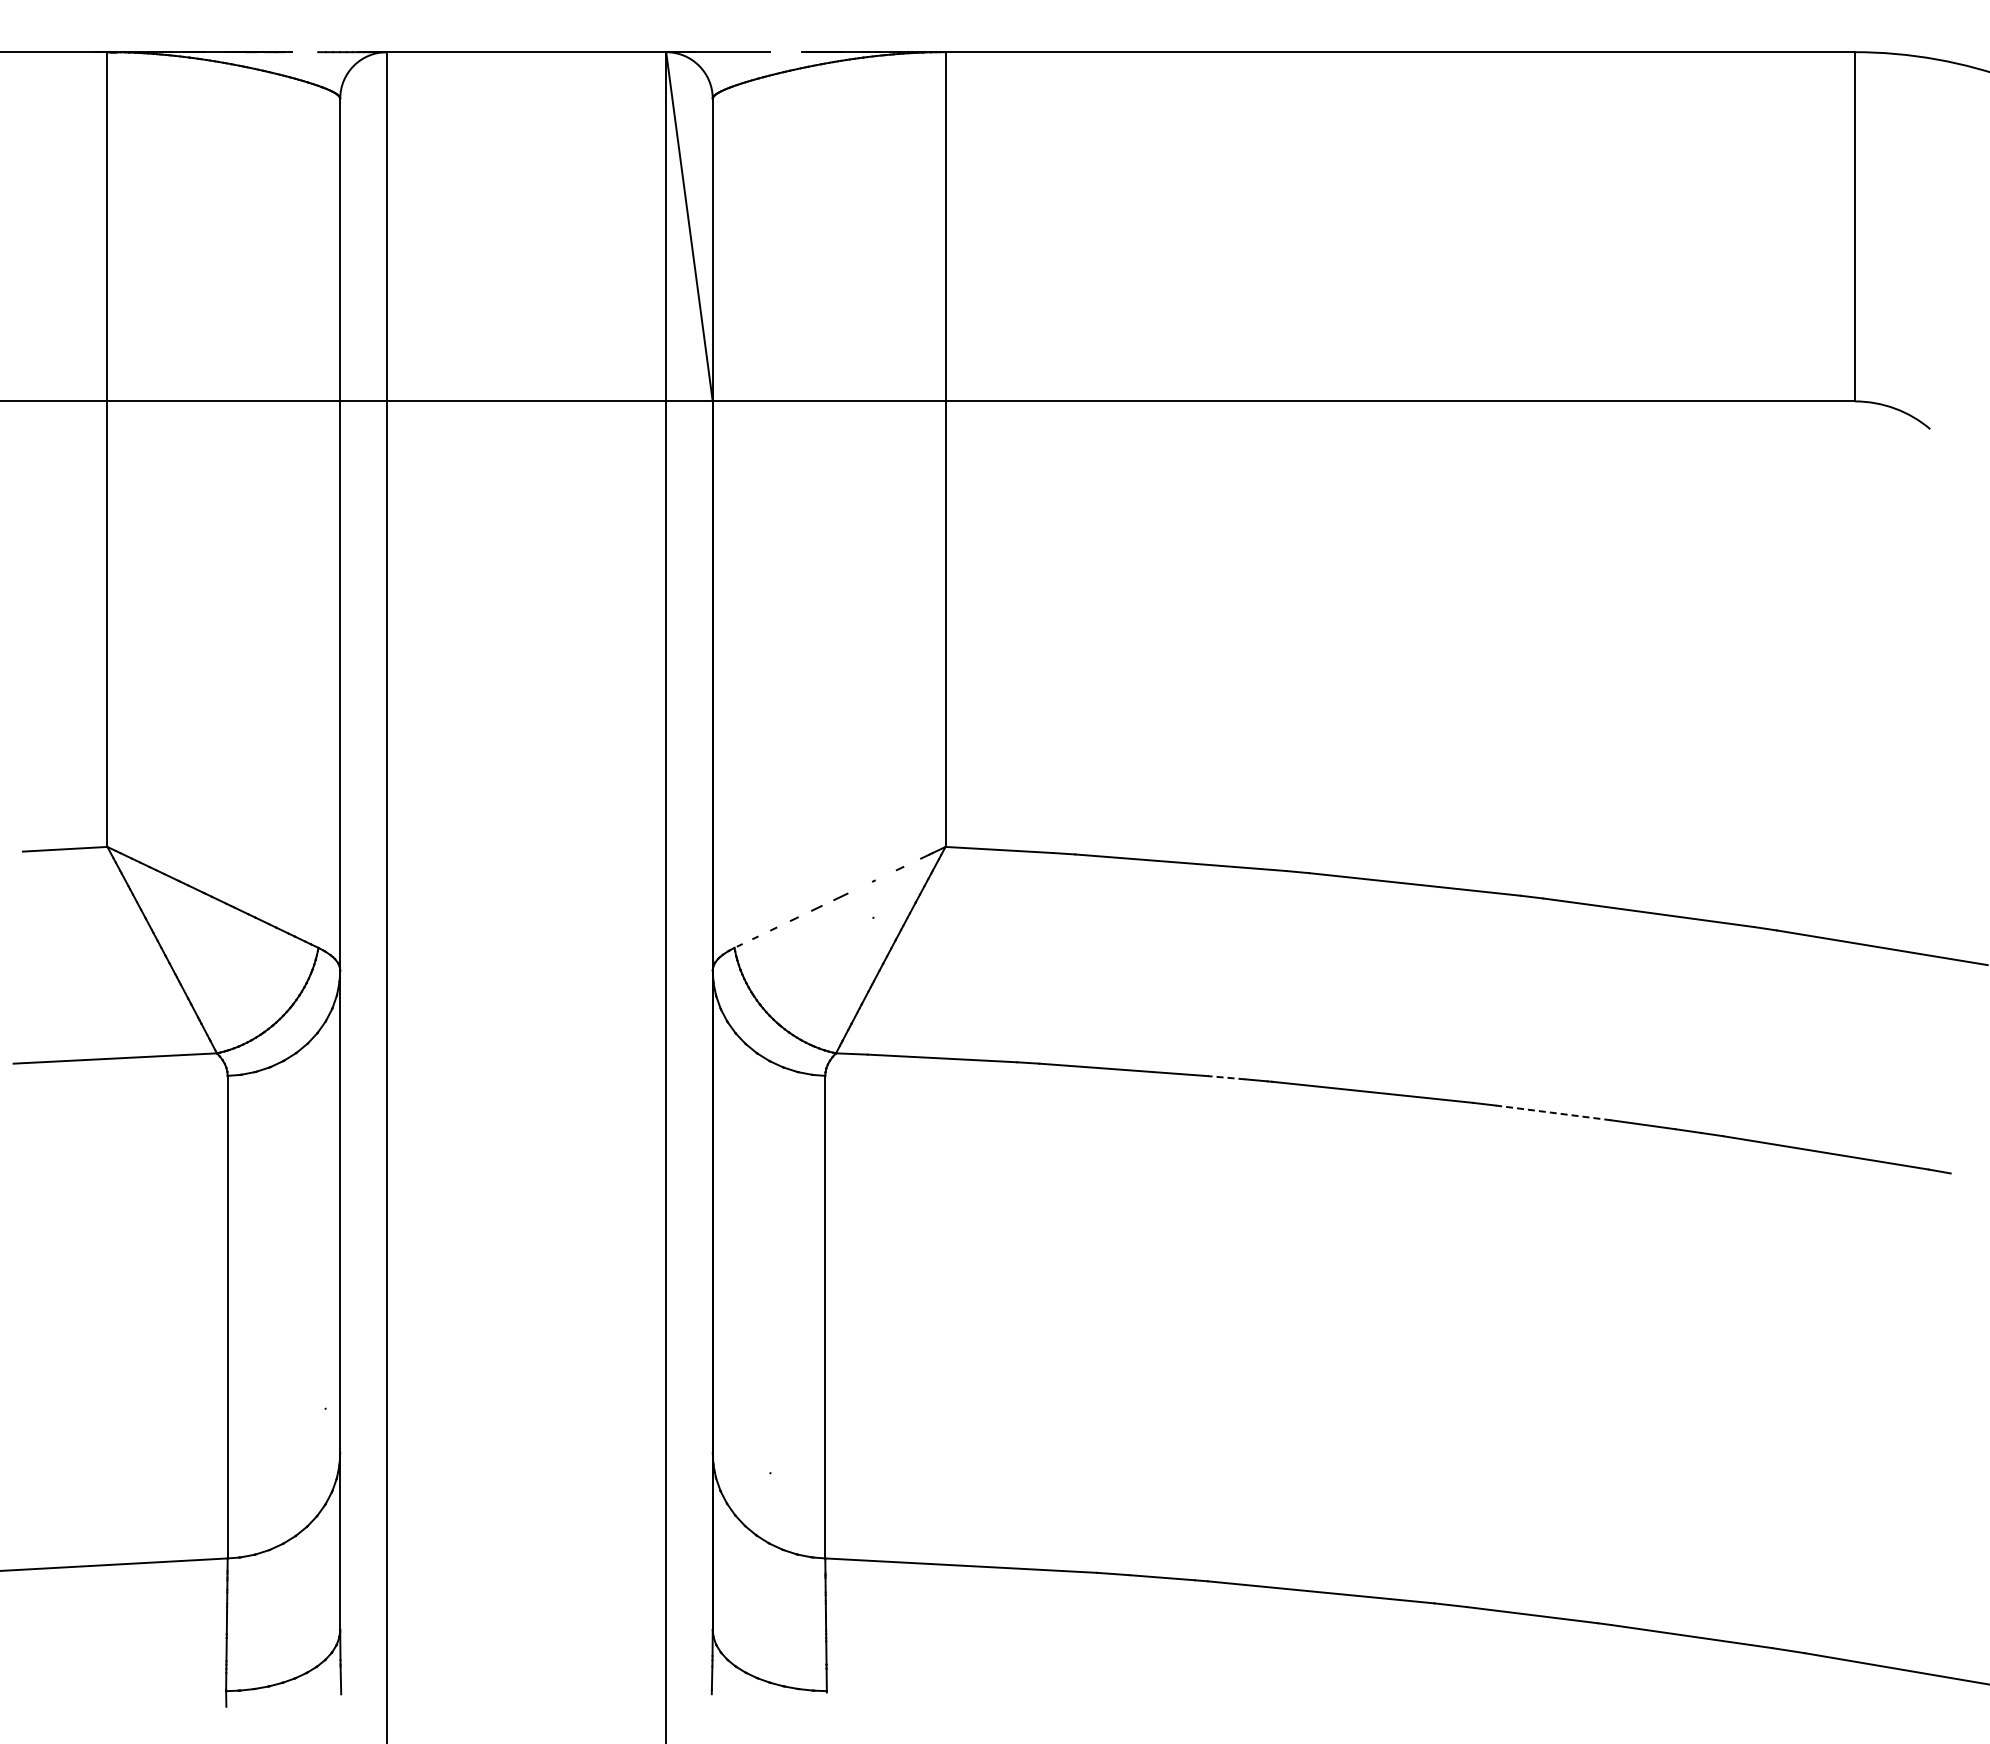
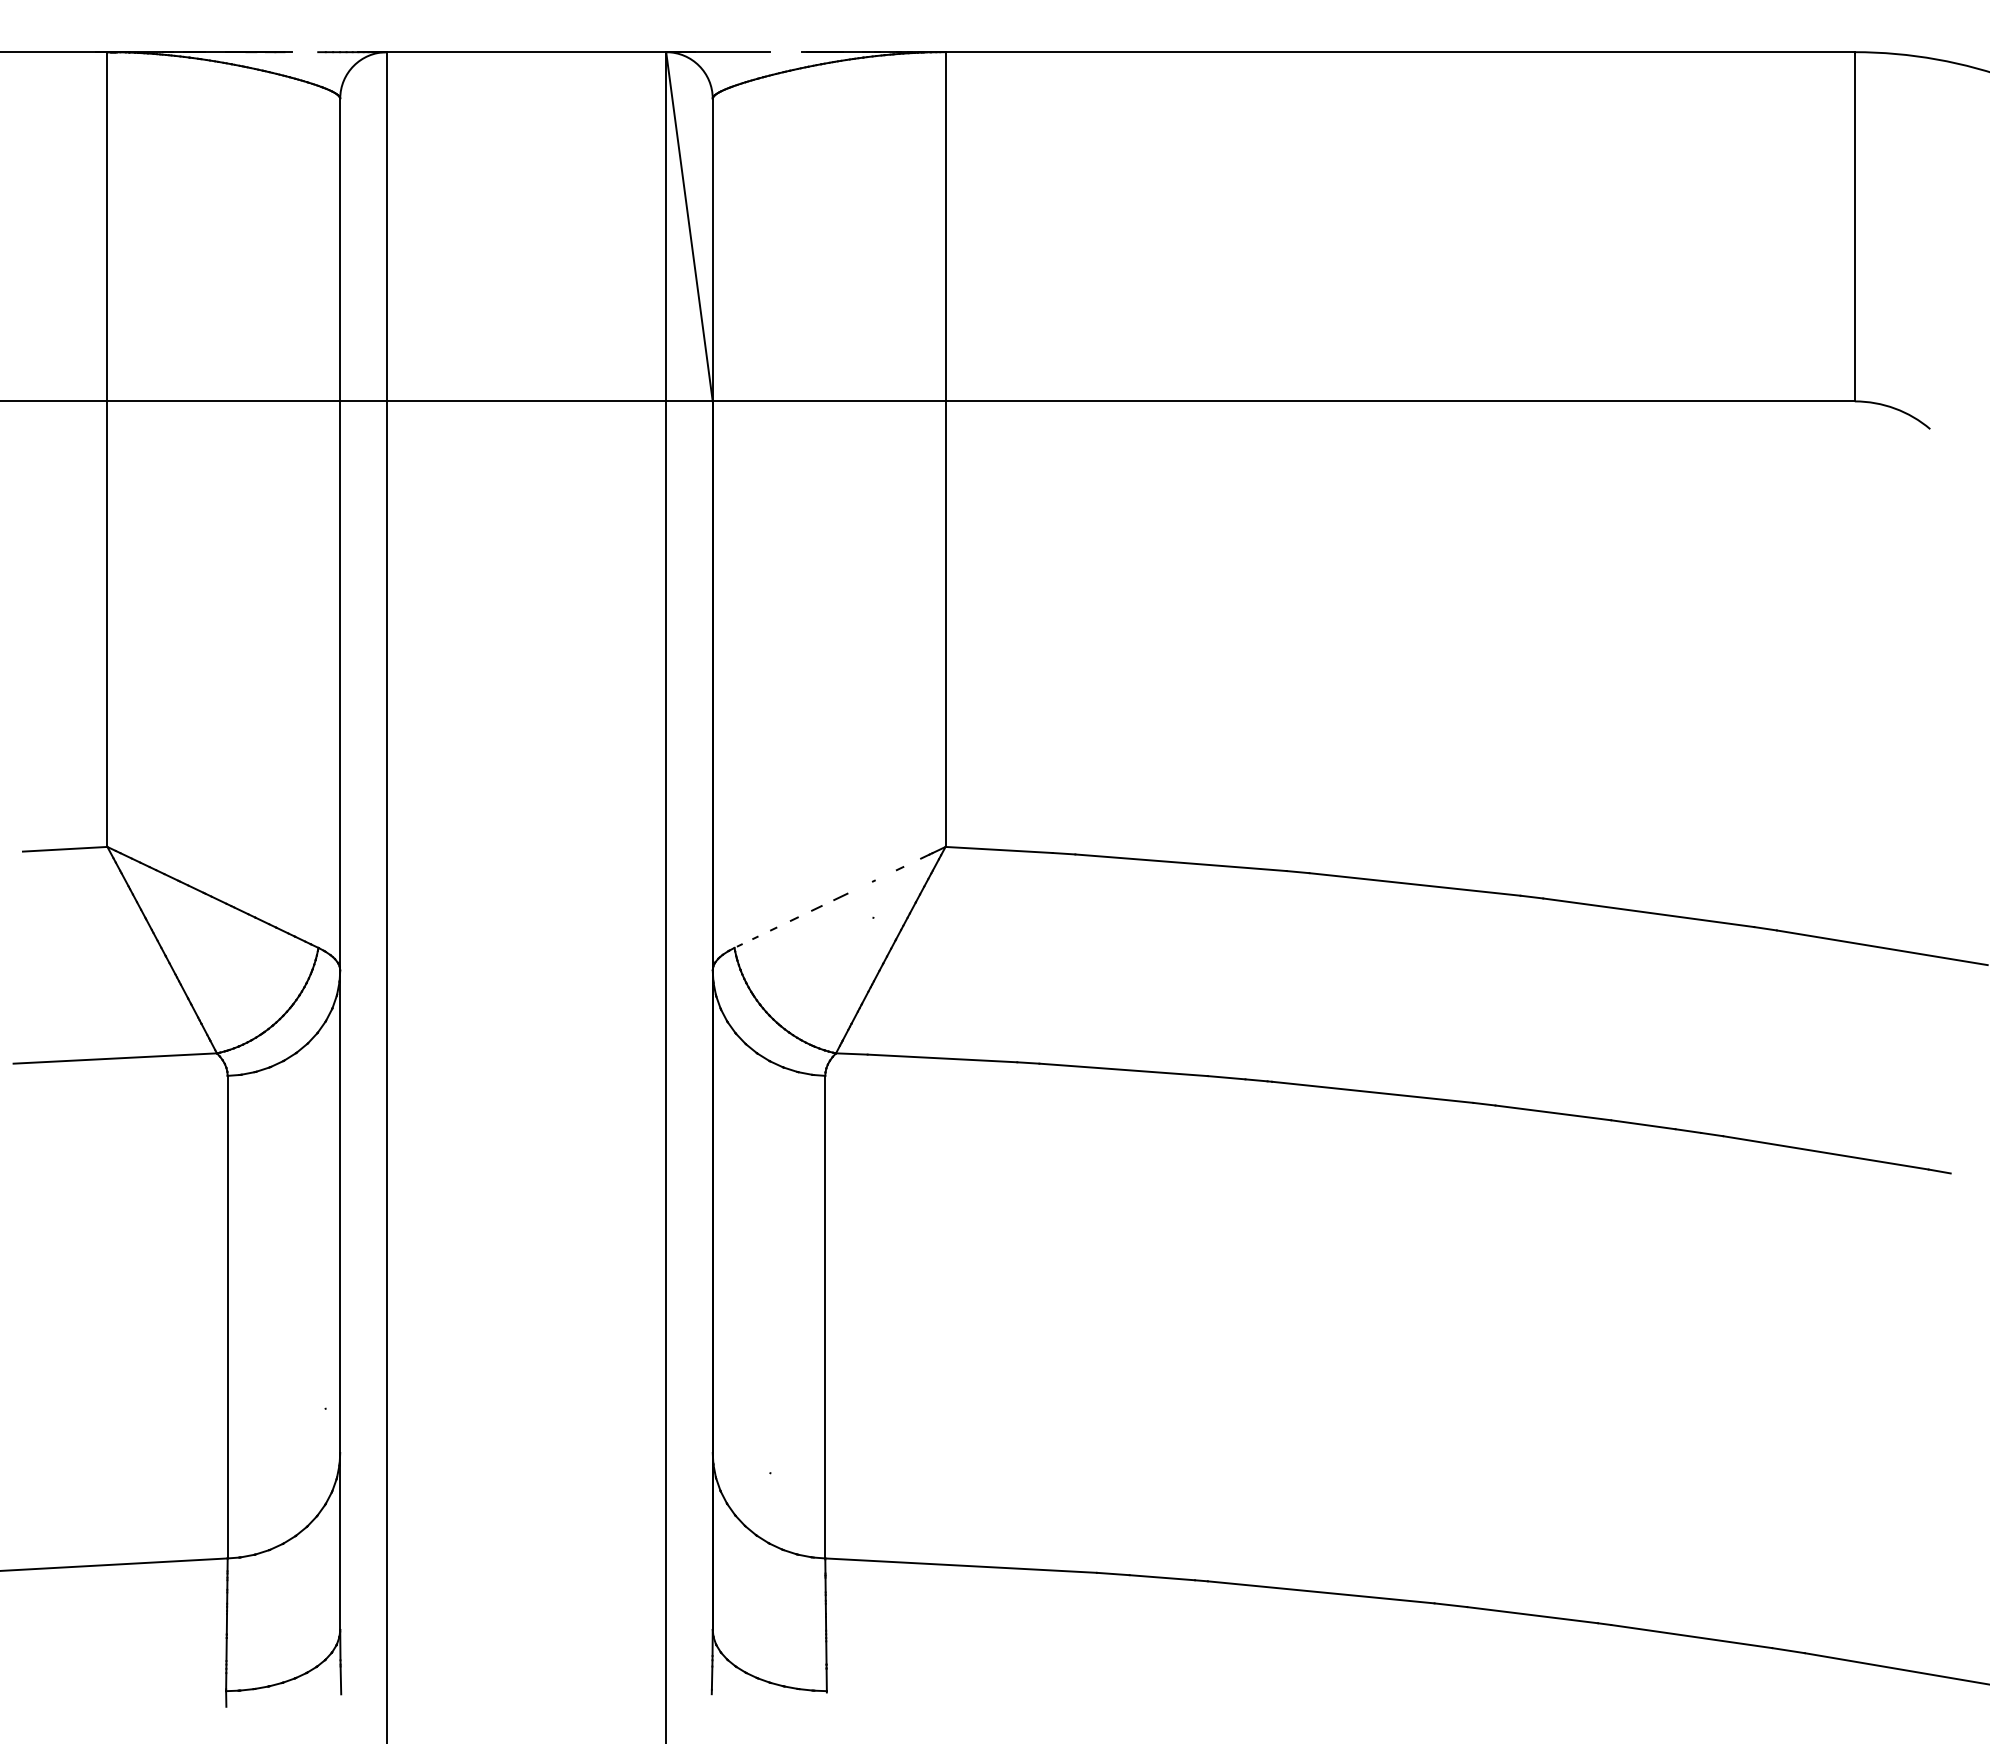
line at (1226, 1077): dashed -> solid
line at (1552, 1112): dashed -> solid
